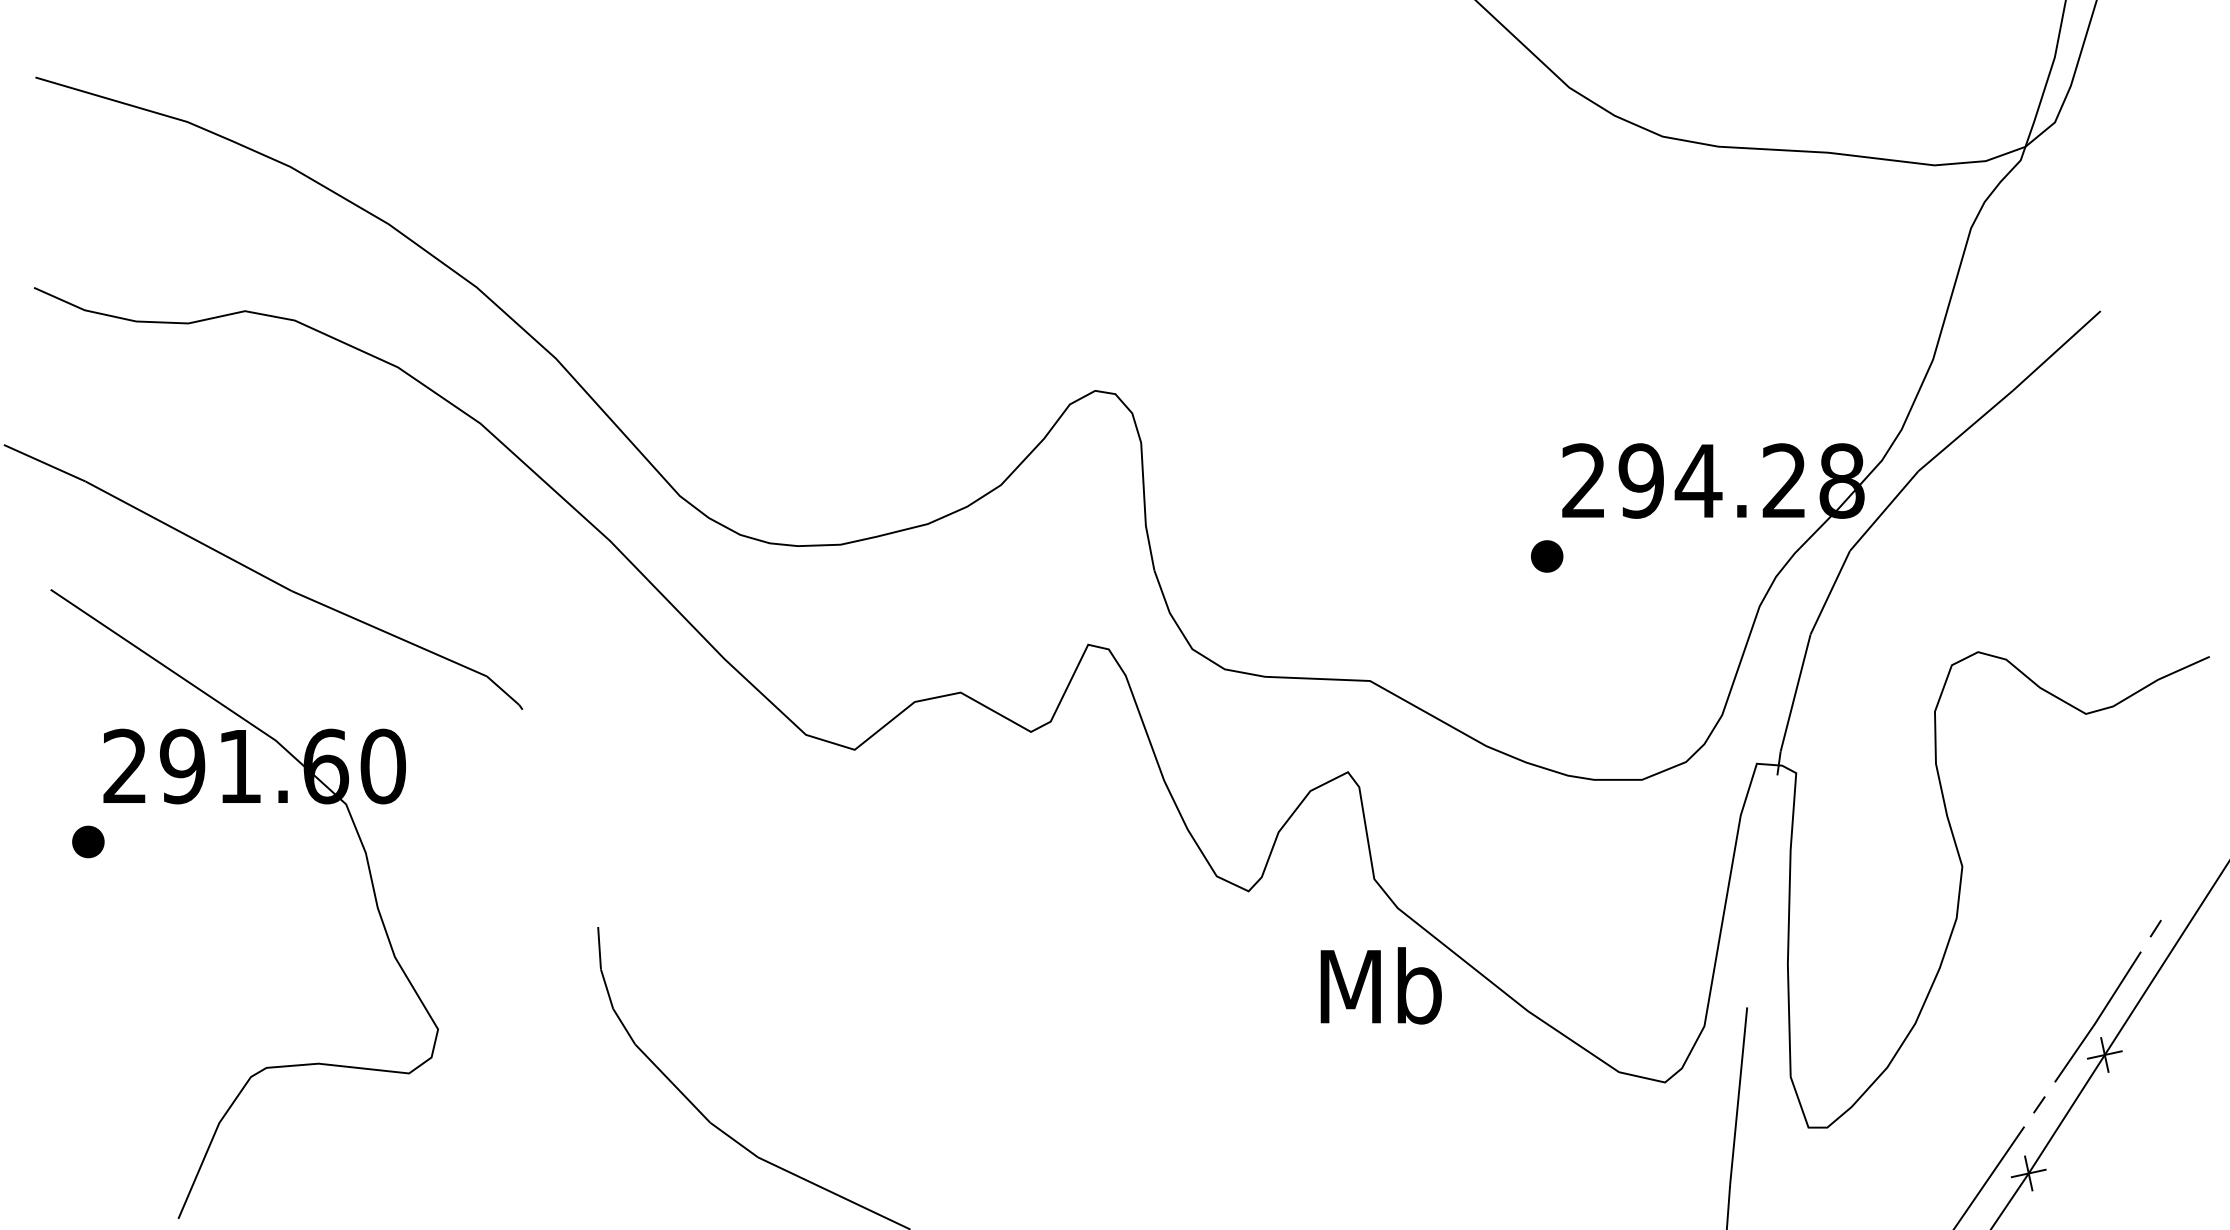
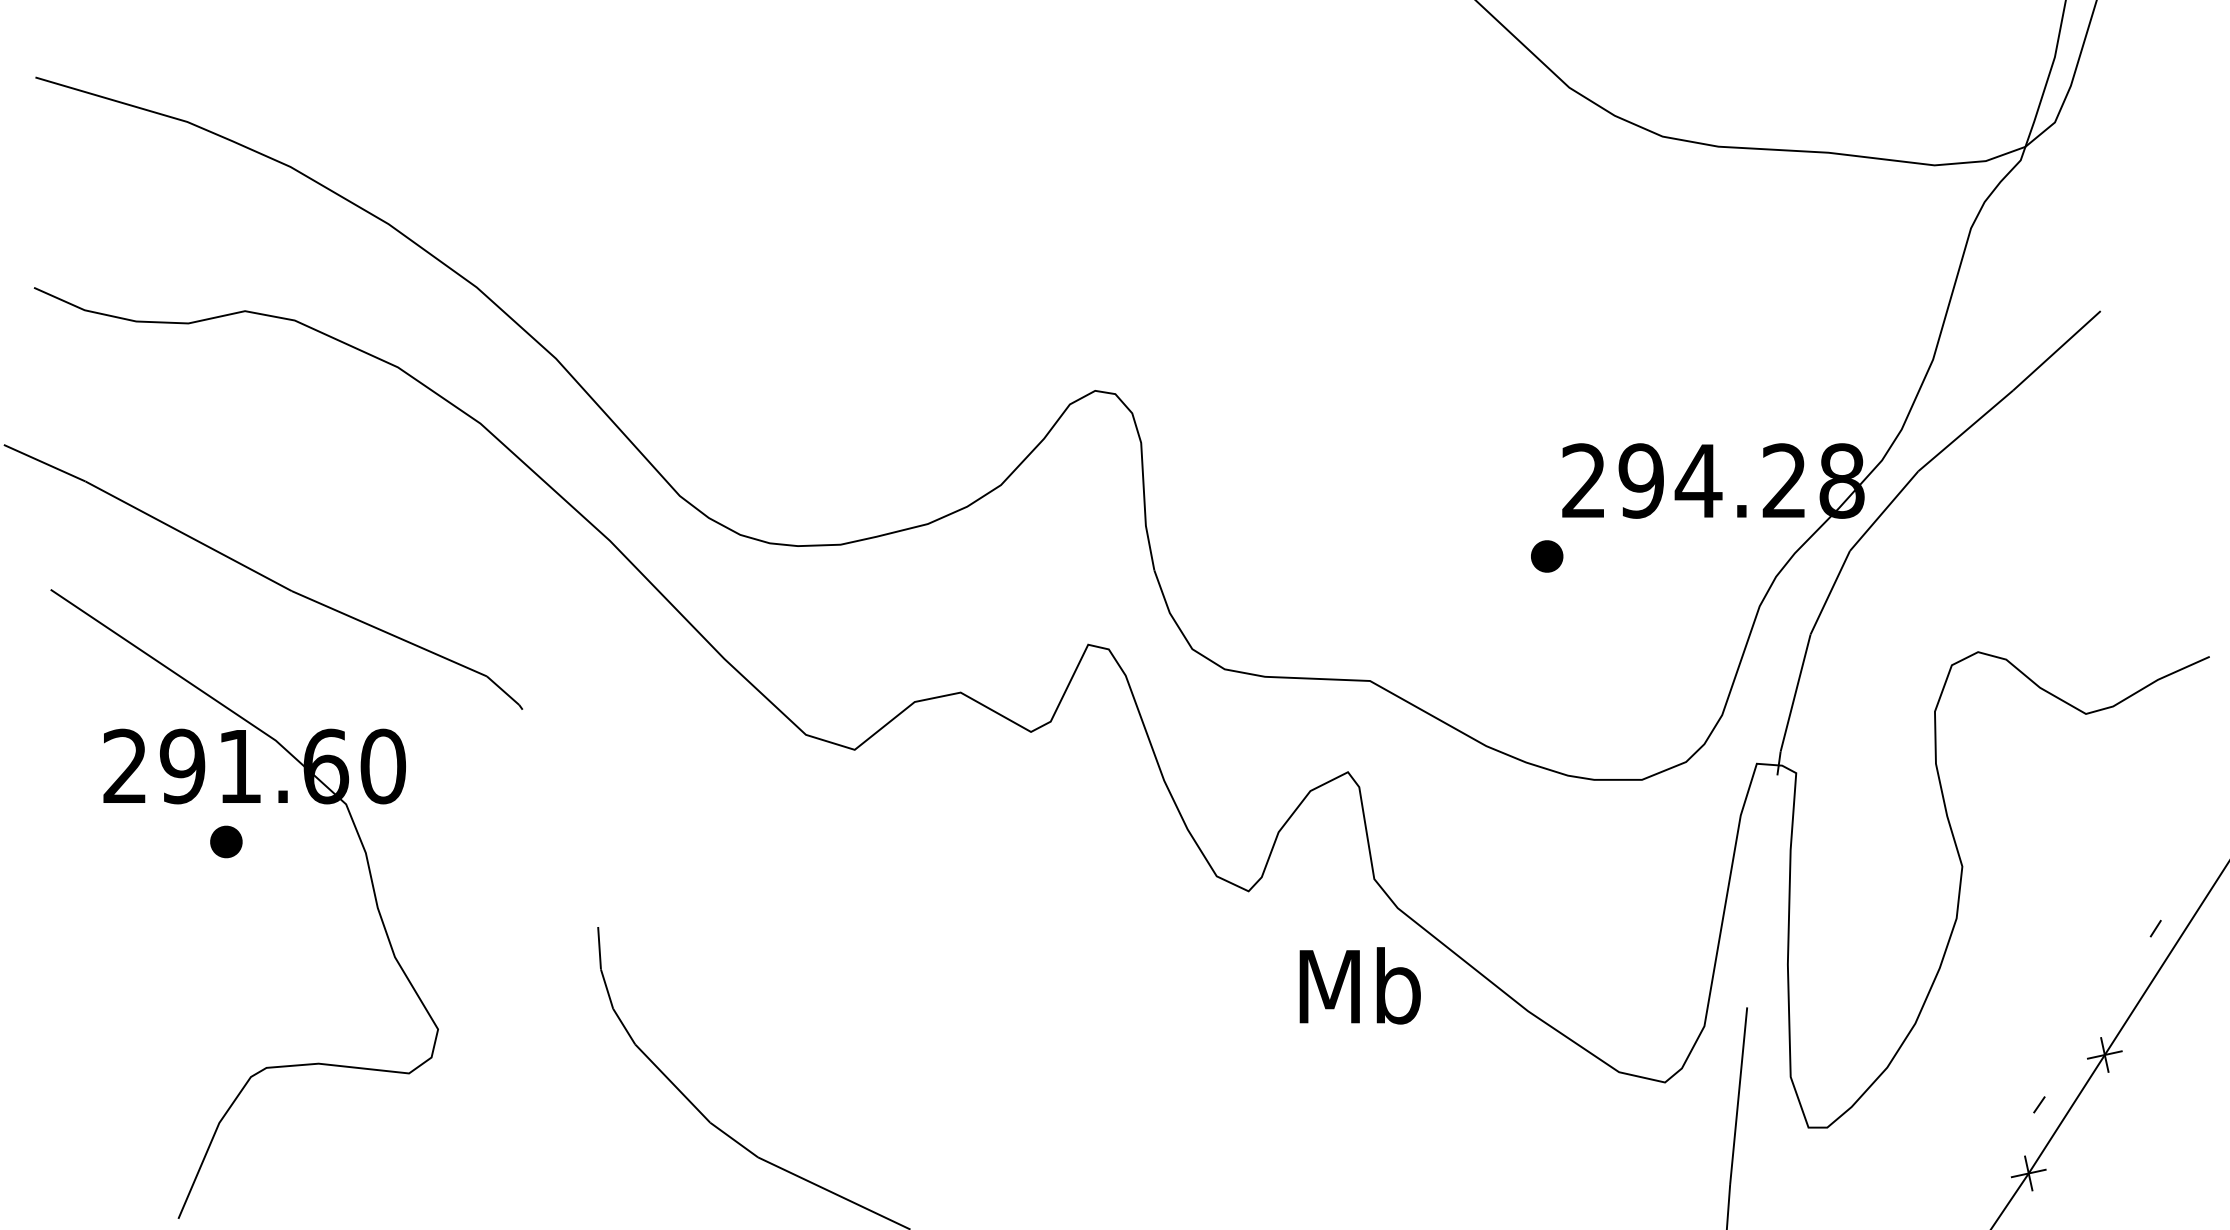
part at (88, 841) position: (88, 841) -> (226, 841)
text at (1380, 985) position: (1380, 985) -> (1359, 985)
line at (2098, 1016): present -> none
line at (1989, 1176): present -> none
